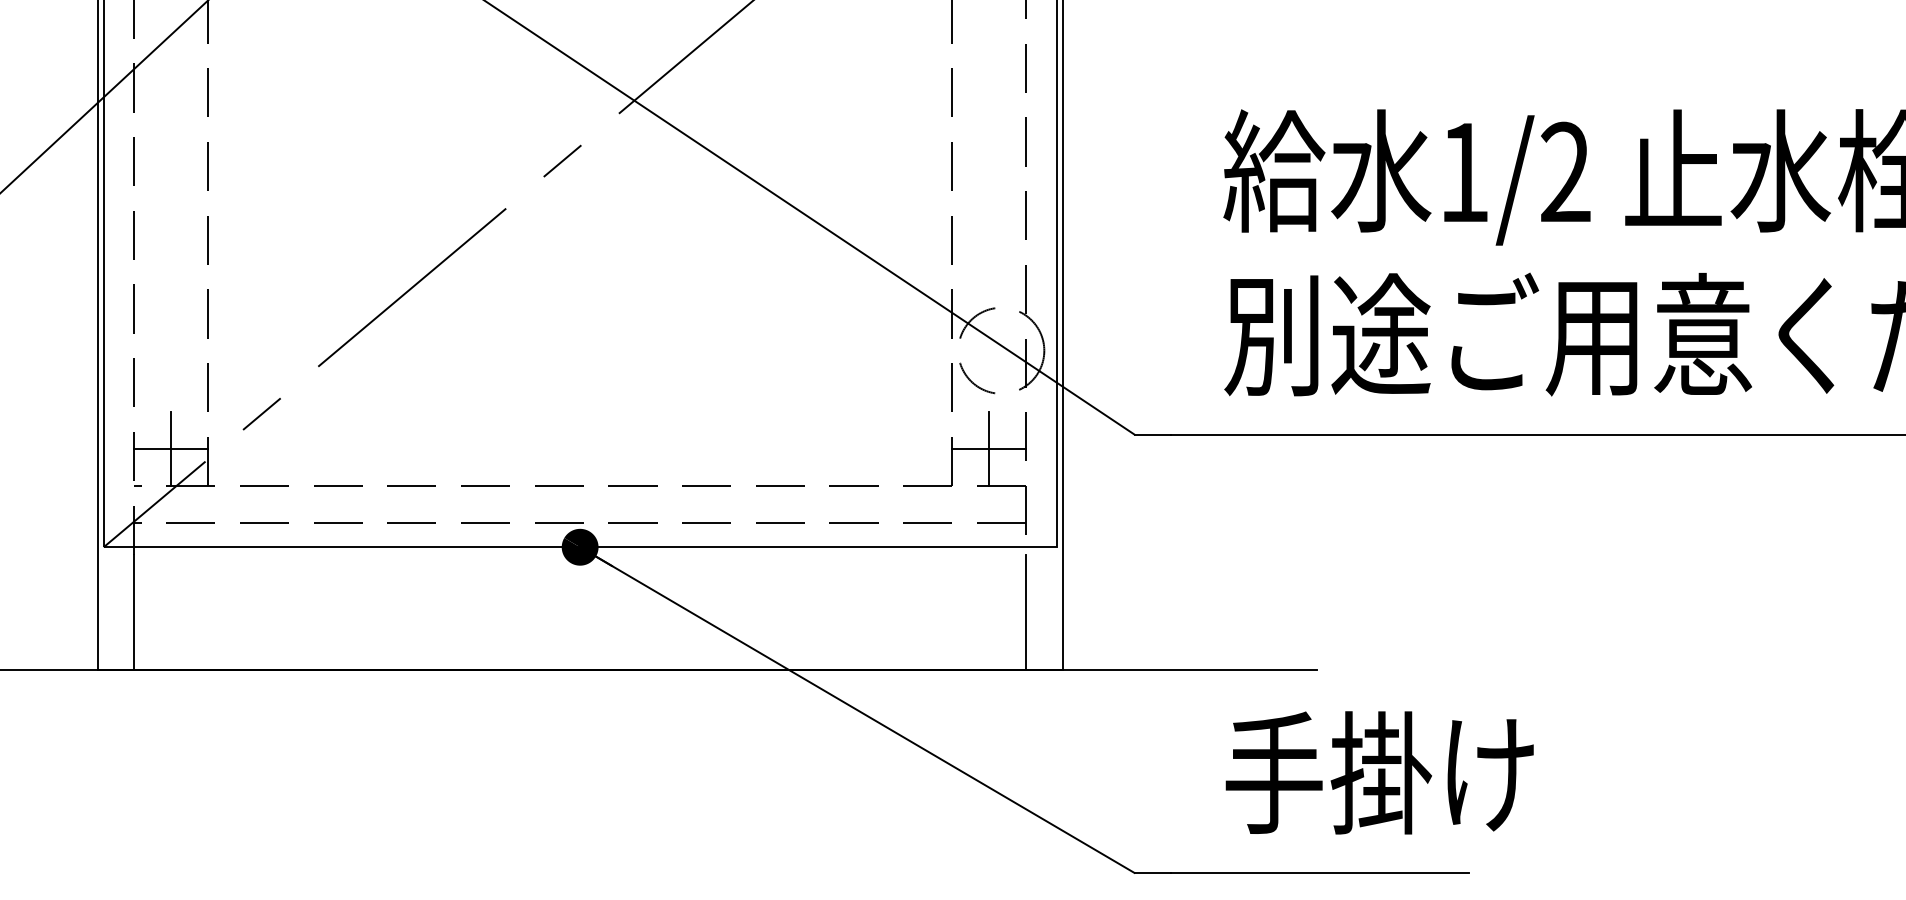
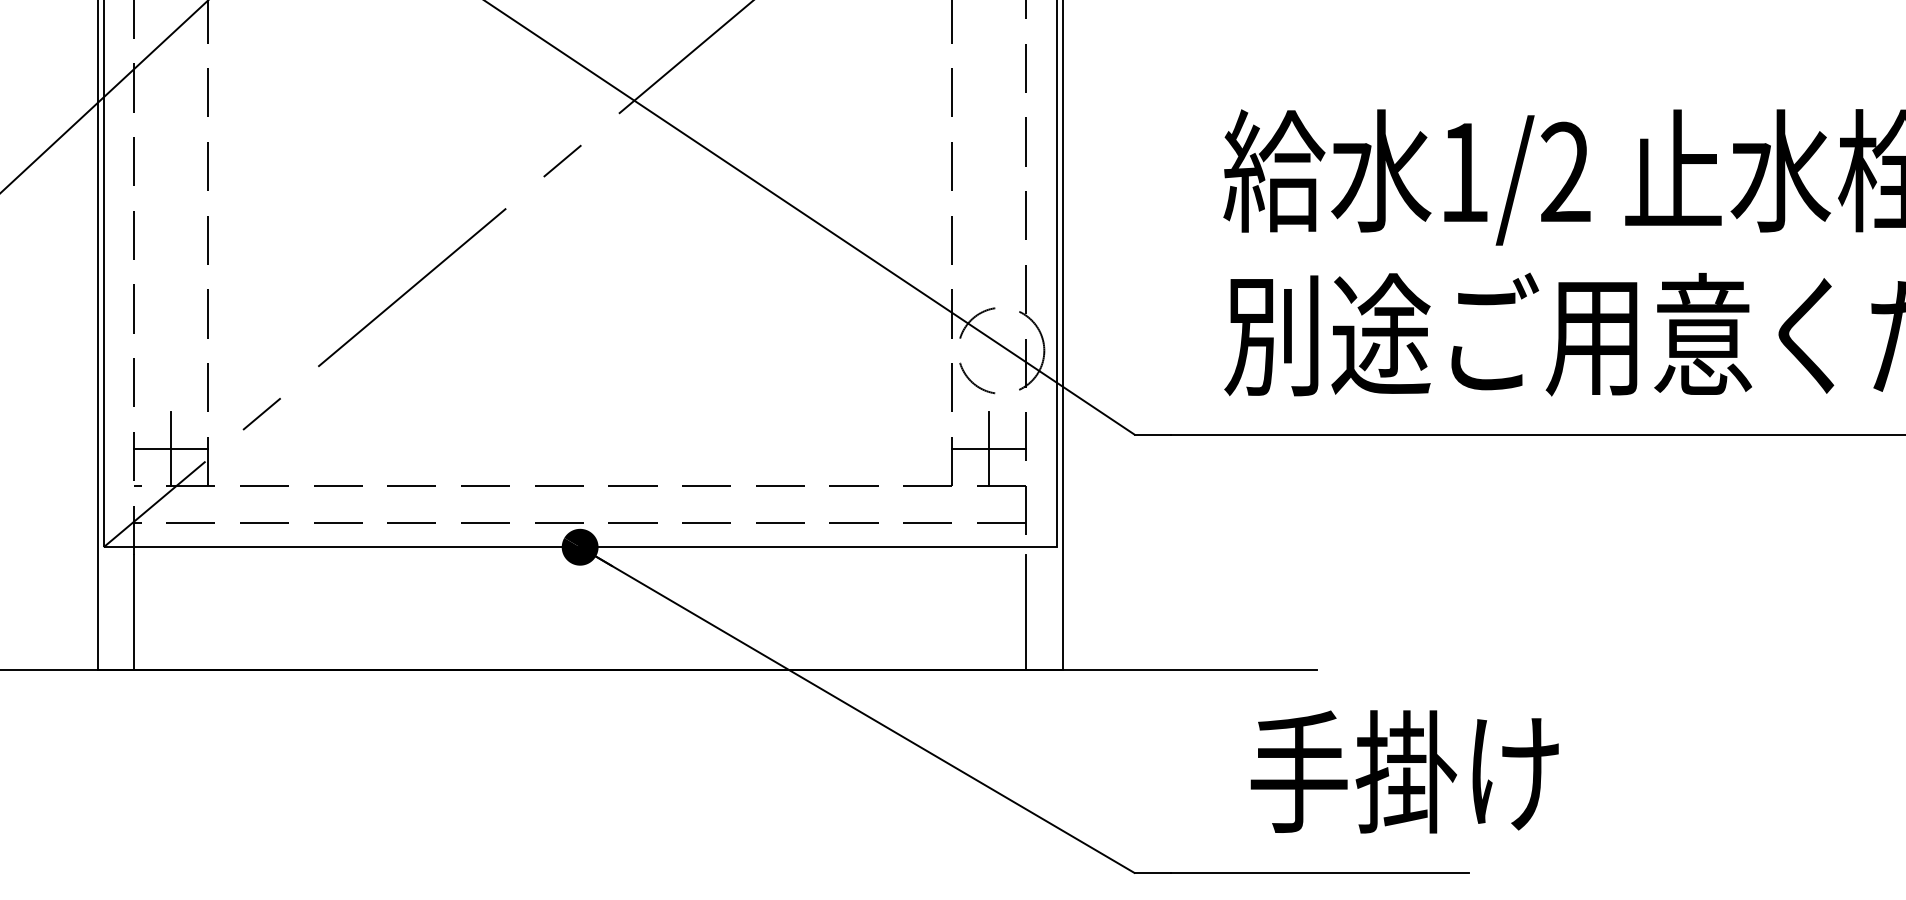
text at (1379, 772) position: (1379, 772) -> (1404, 771)
